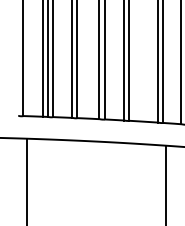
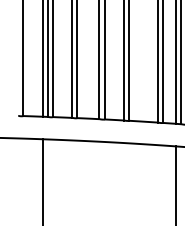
line at (176, 62): none -> present
line at (26, 180) position: (26, 180) -> (42, 180)
line at (166, 184) position: (166, 184) -> (176, 184)
